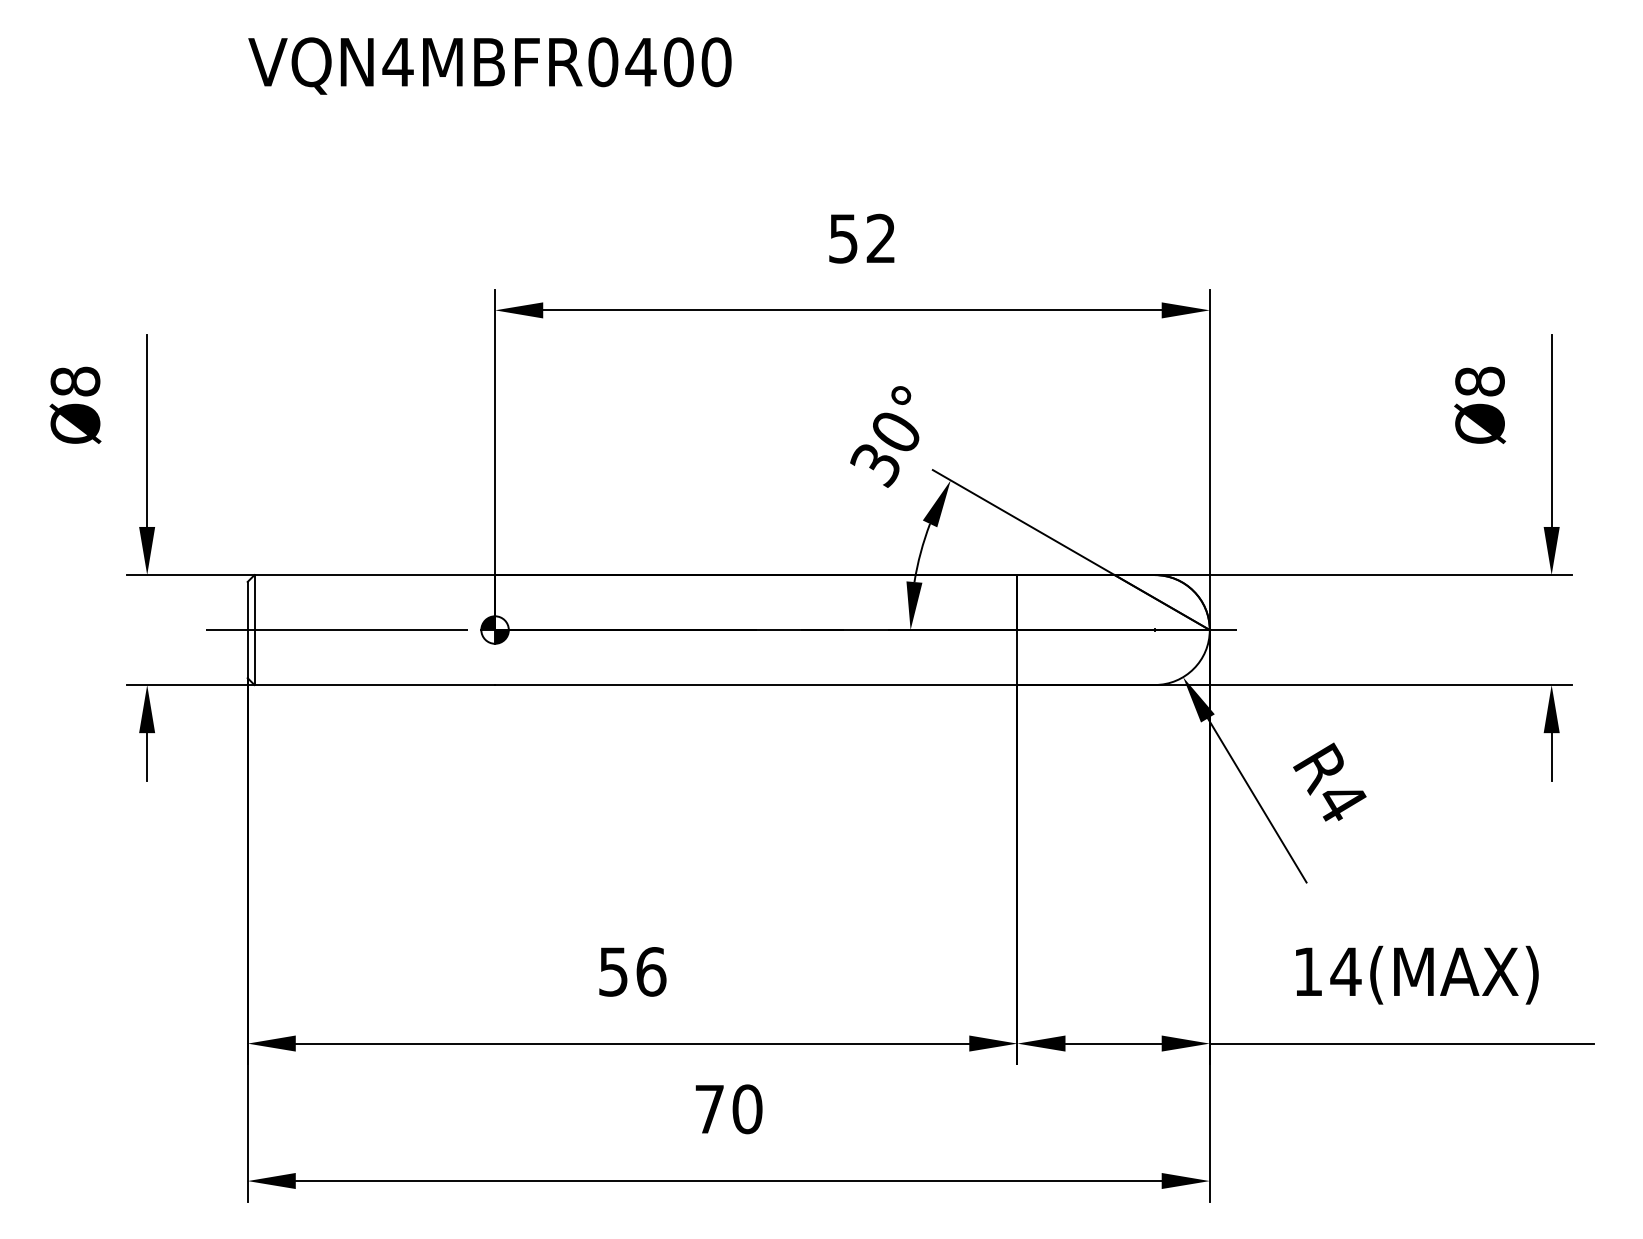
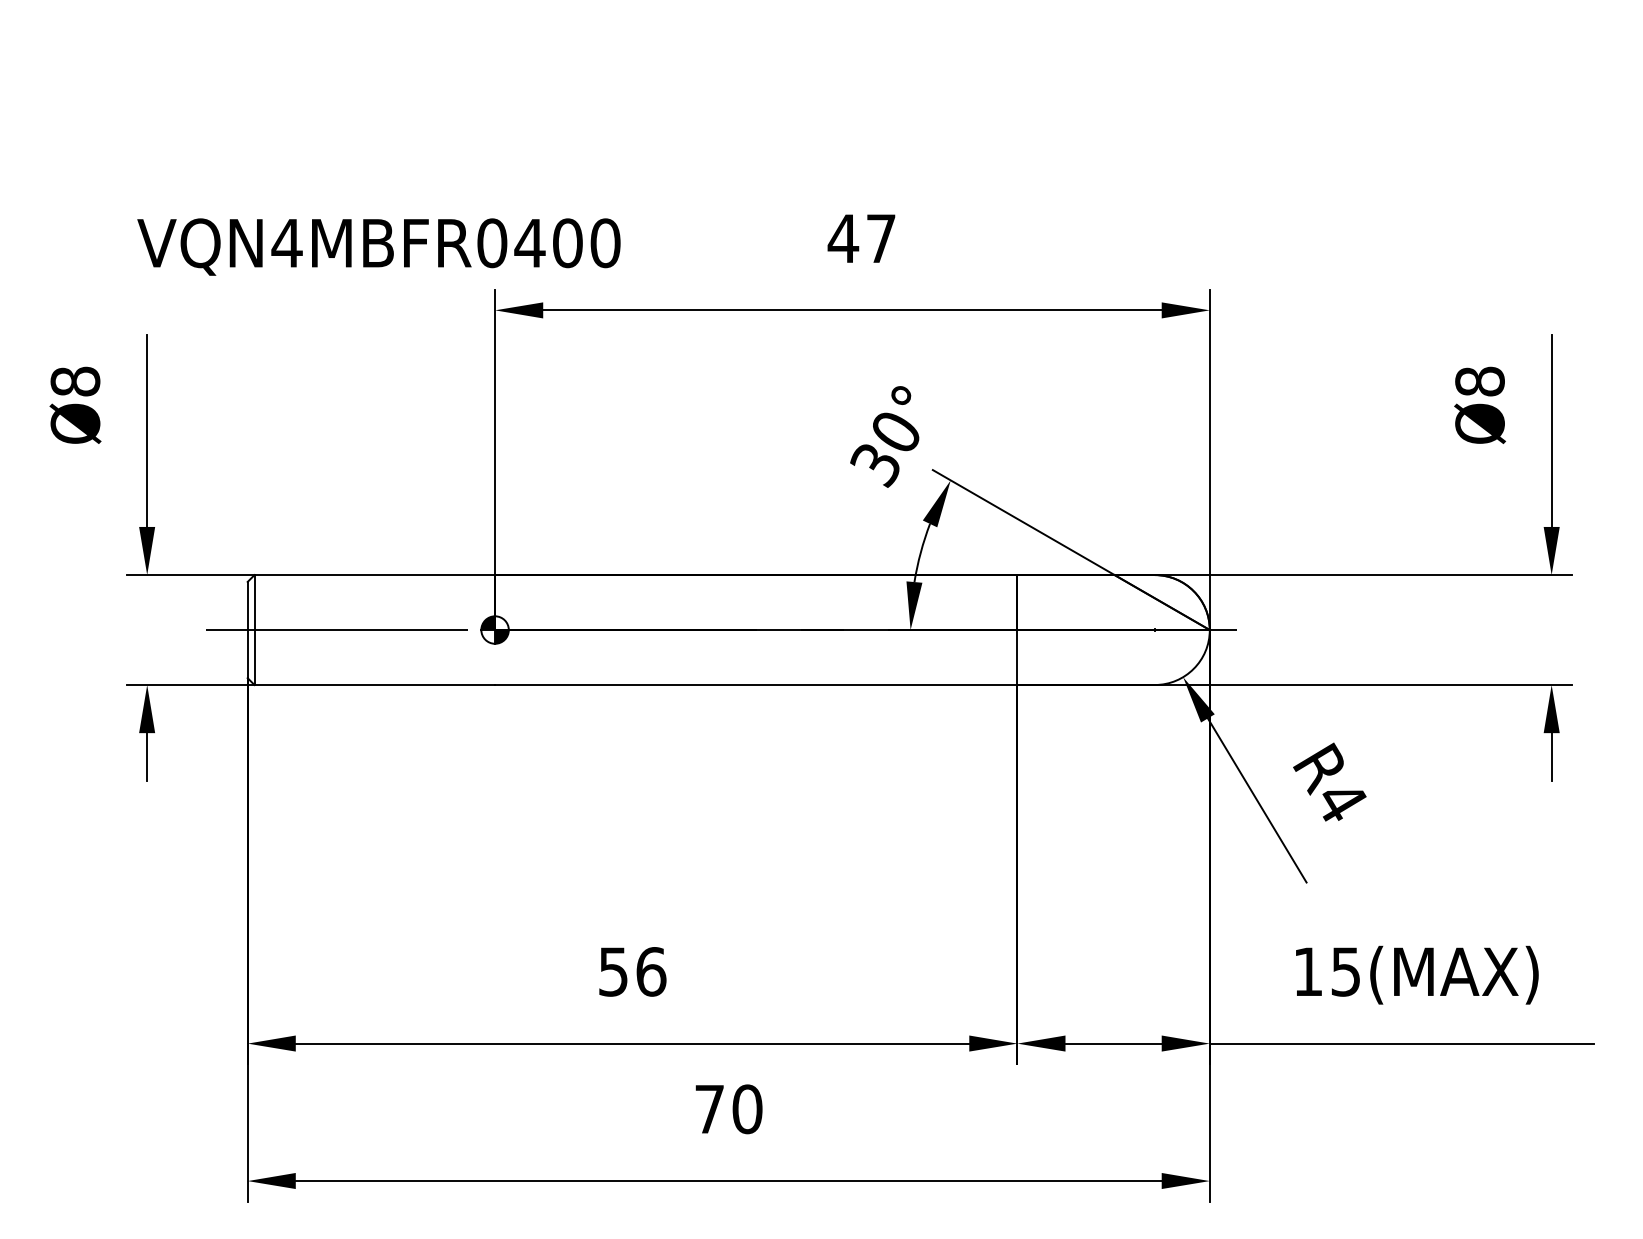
text at (489, 65) position: (489, 65) -> (378, 246)
text at (861, 238): 52 -> 47
text at (1345, 971): 14(MAX) -> 15(MAX)
